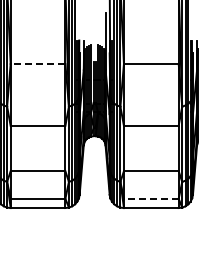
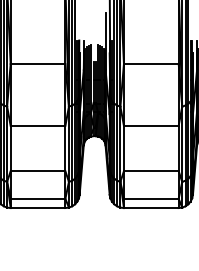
line at (37, 64): dashed -> solid
line at (150, 198): dashed -> solid
